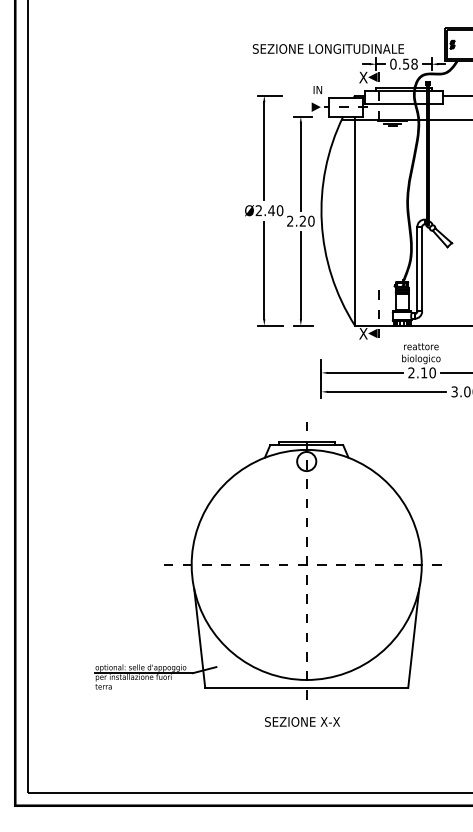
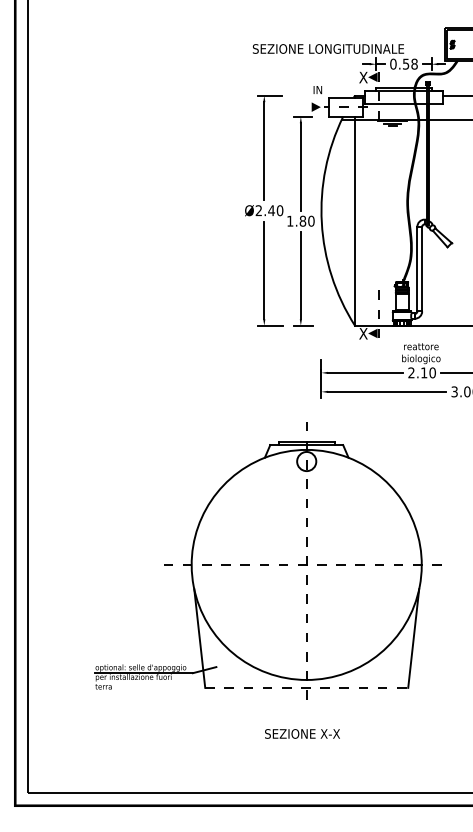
text at (296, 220): 2.20 -> 1.80
line at (307, 687): solid -> dashed
text at (302, 721) position: (302, 721) -> (302, 733)
